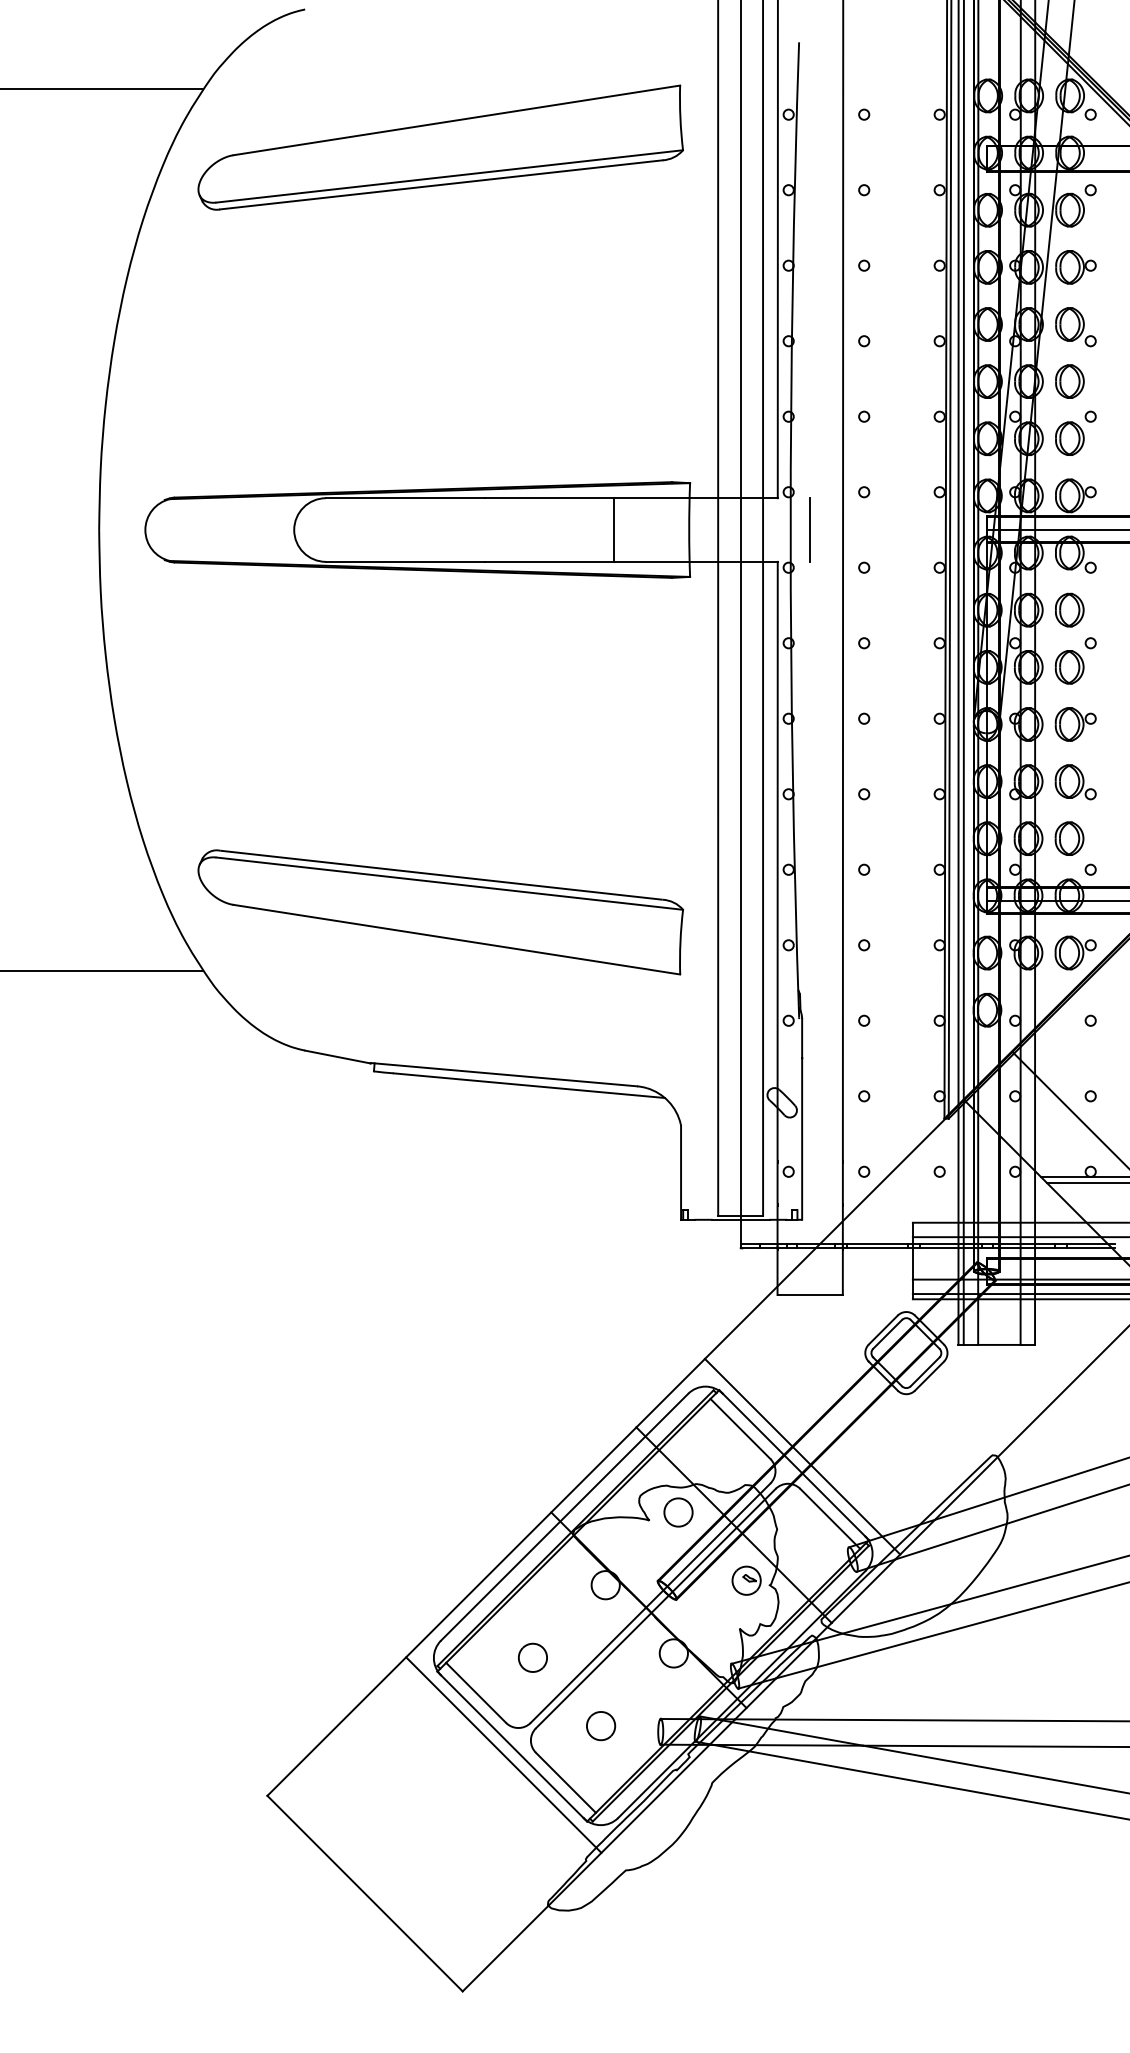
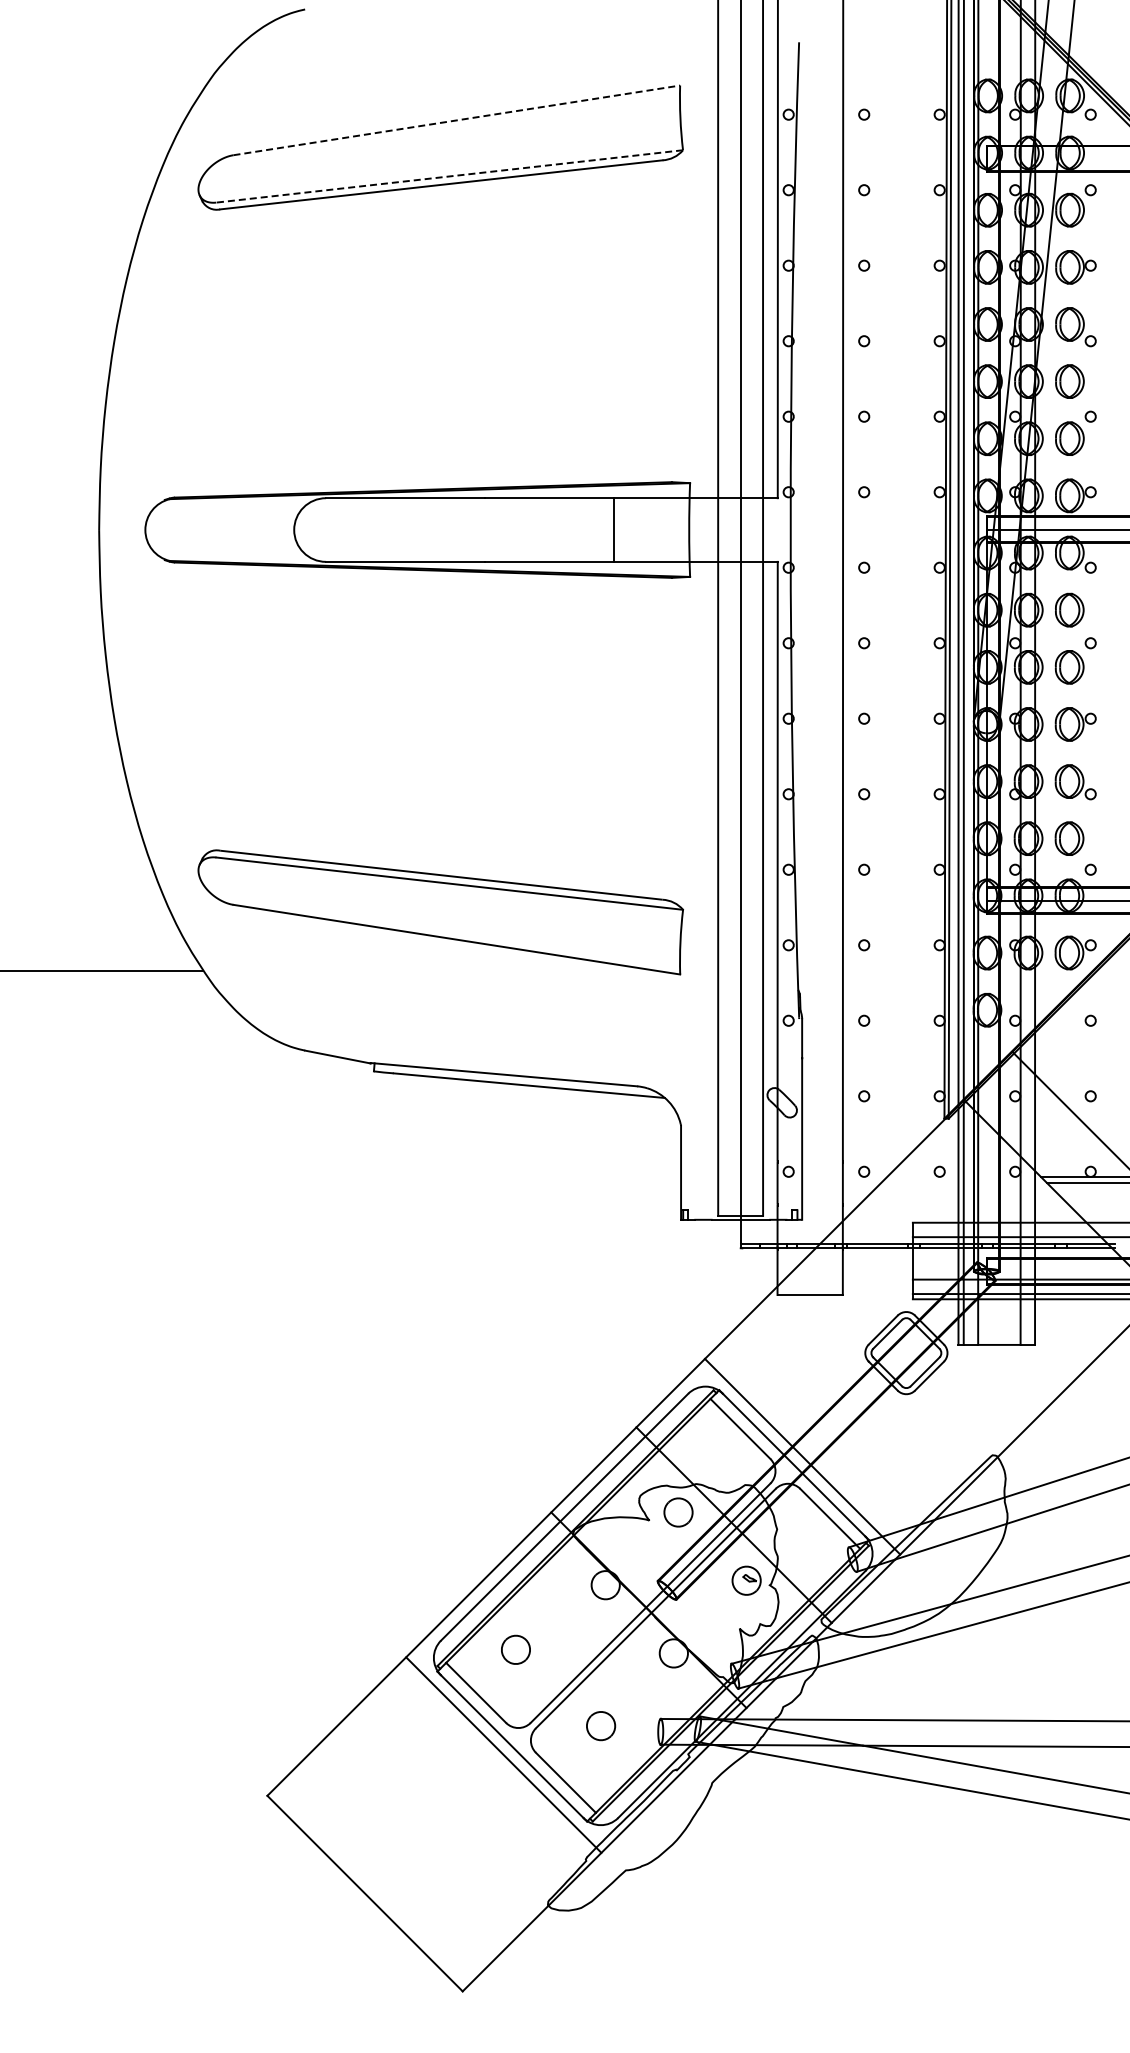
line at (102, 89): present -> none
line at (457, 120): solid -> dashed
line at (449, 176): solid -> dashed
line at (810, 529): present -> none
part at (532, 1657) position: (532, 1657) -> (515, 1649)
